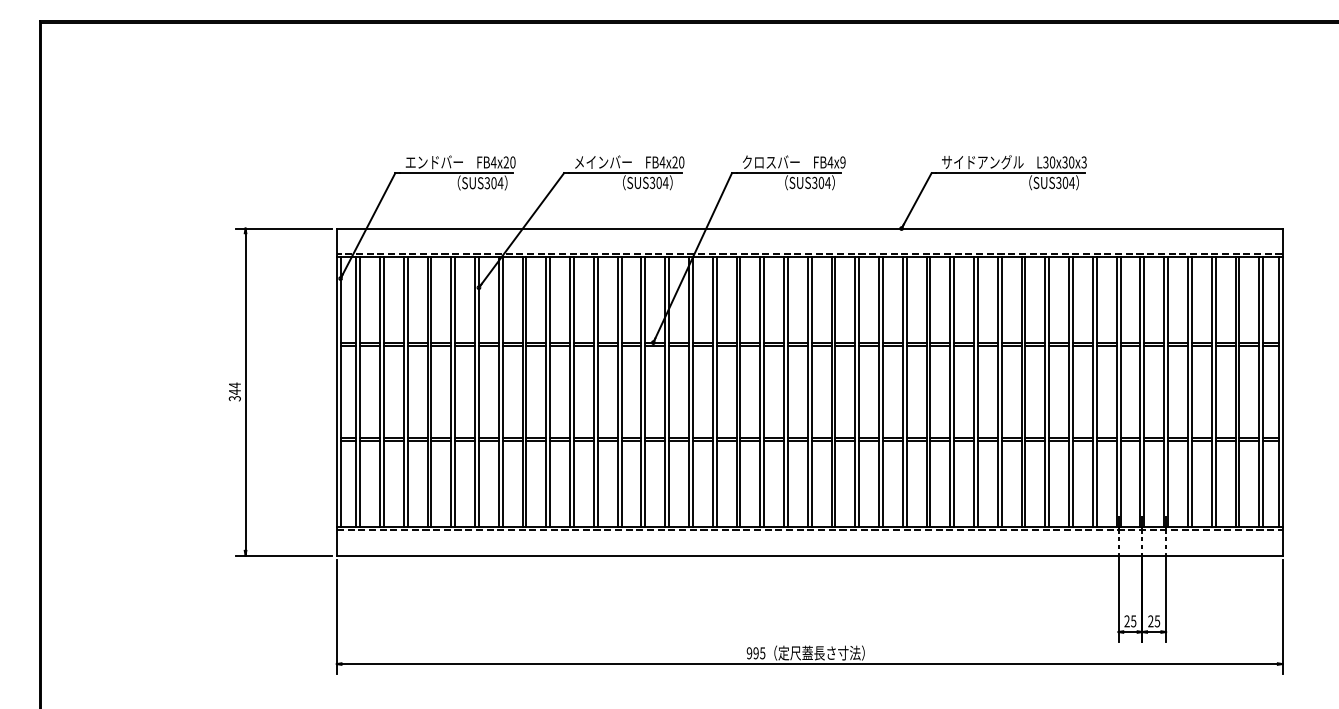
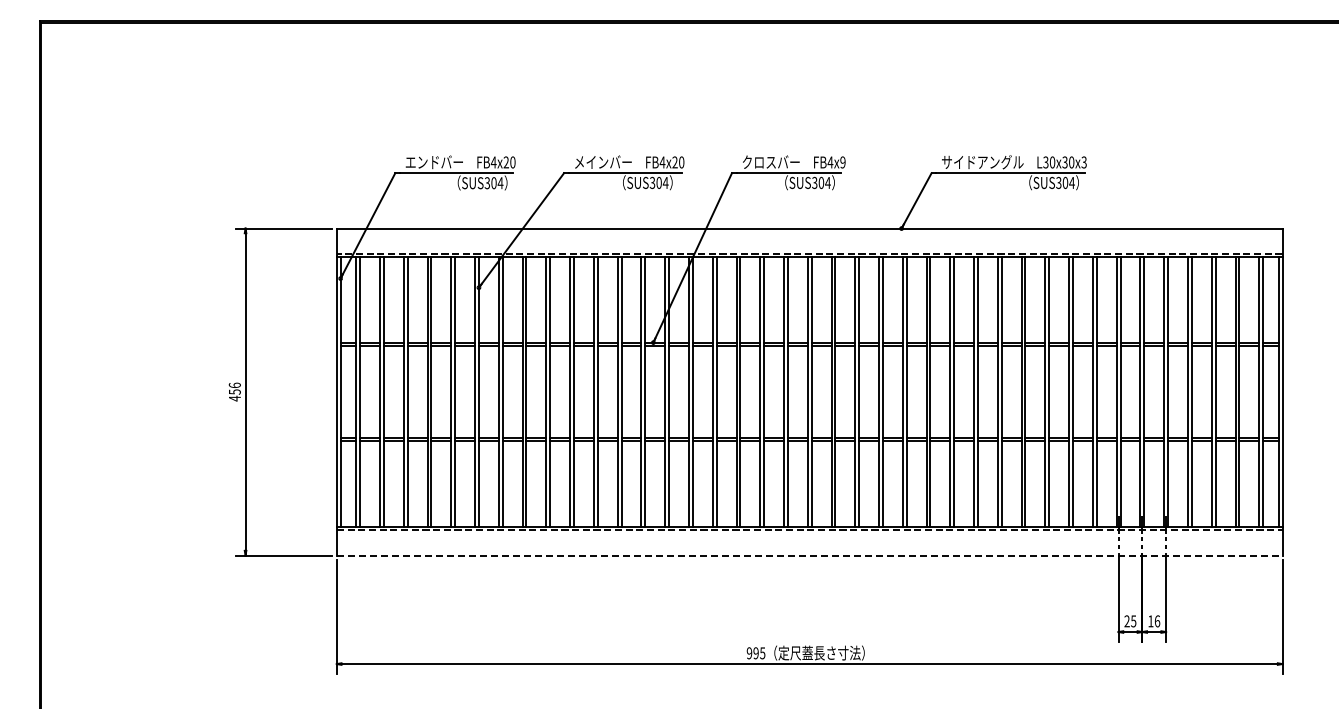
text at (234, 391): 344 -> 456
line at (809, 555): solid -> dashed
text at (1154, 621): 25 -> 16
